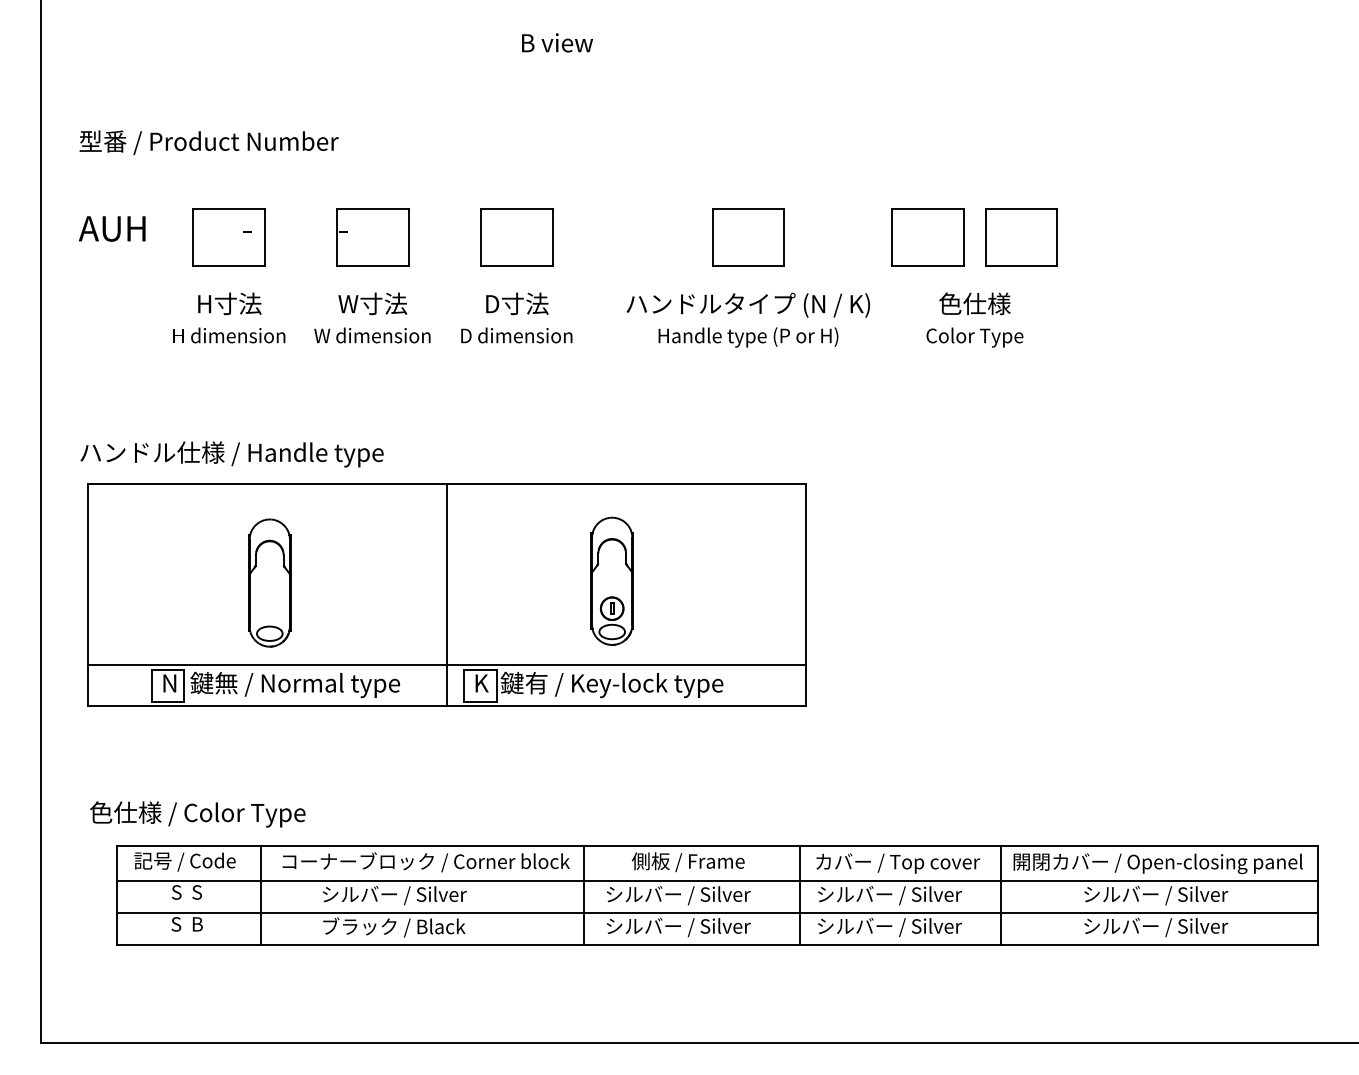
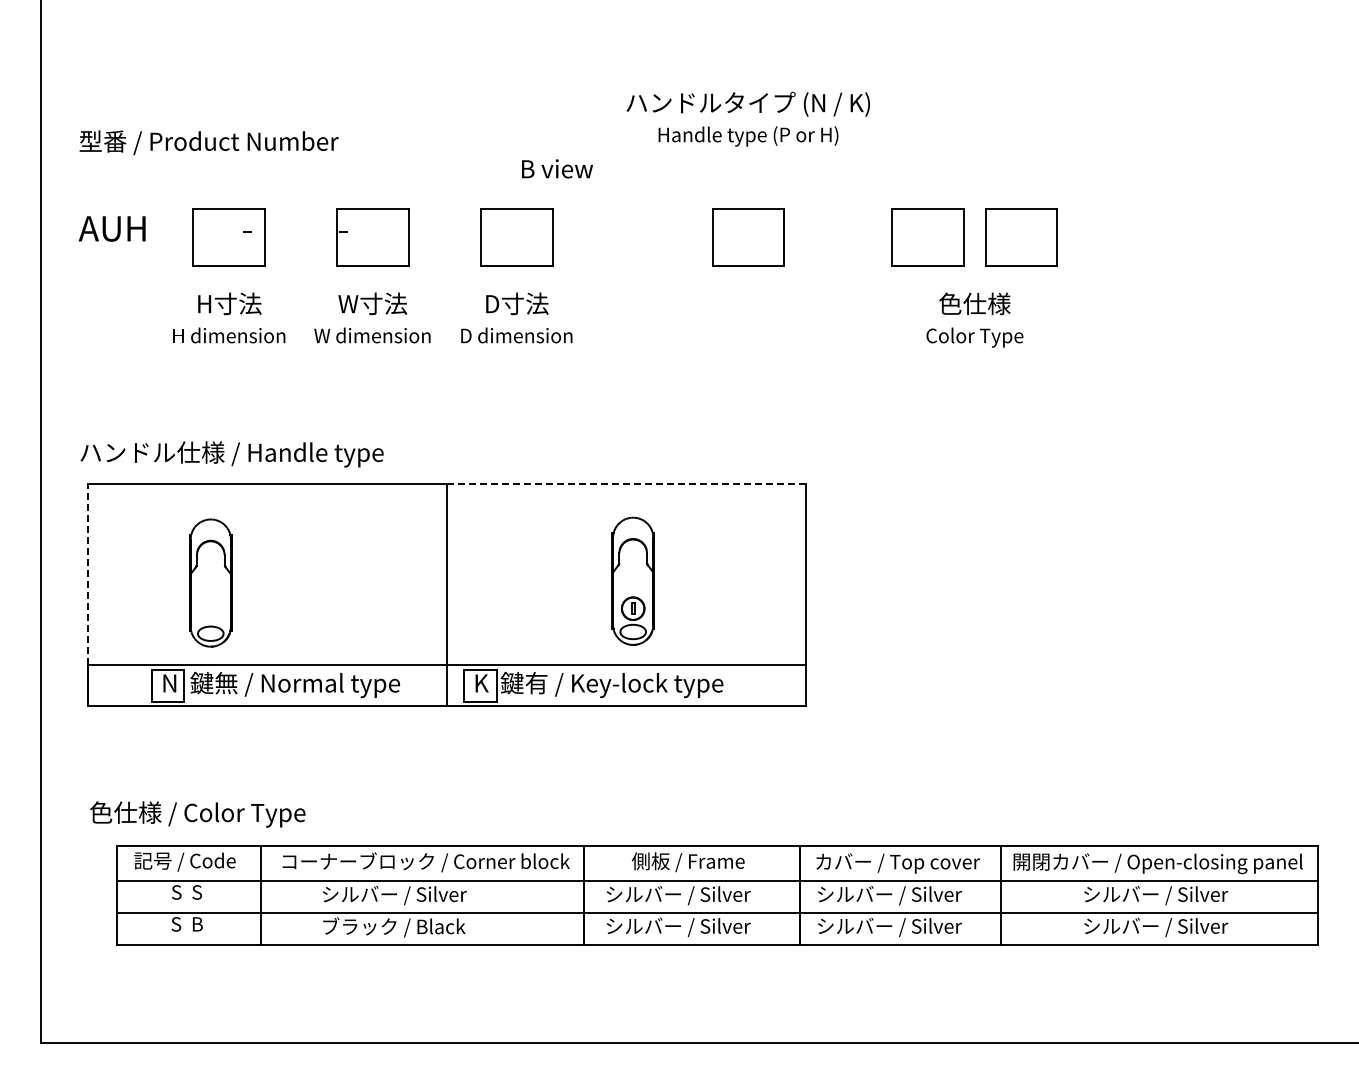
text at (557, 42) position: (557, 42) -> (557, 168)
text at (747, 319) position: (747, 319) -> (747, 118)
line at (626, 483): solid -> dashed
line at (87, 574): solid -> dashed
part at (611, 580) position: (611, 580) -> (632, 580)
part at (269, 582) position: (269, 582) -> (210, 582)
